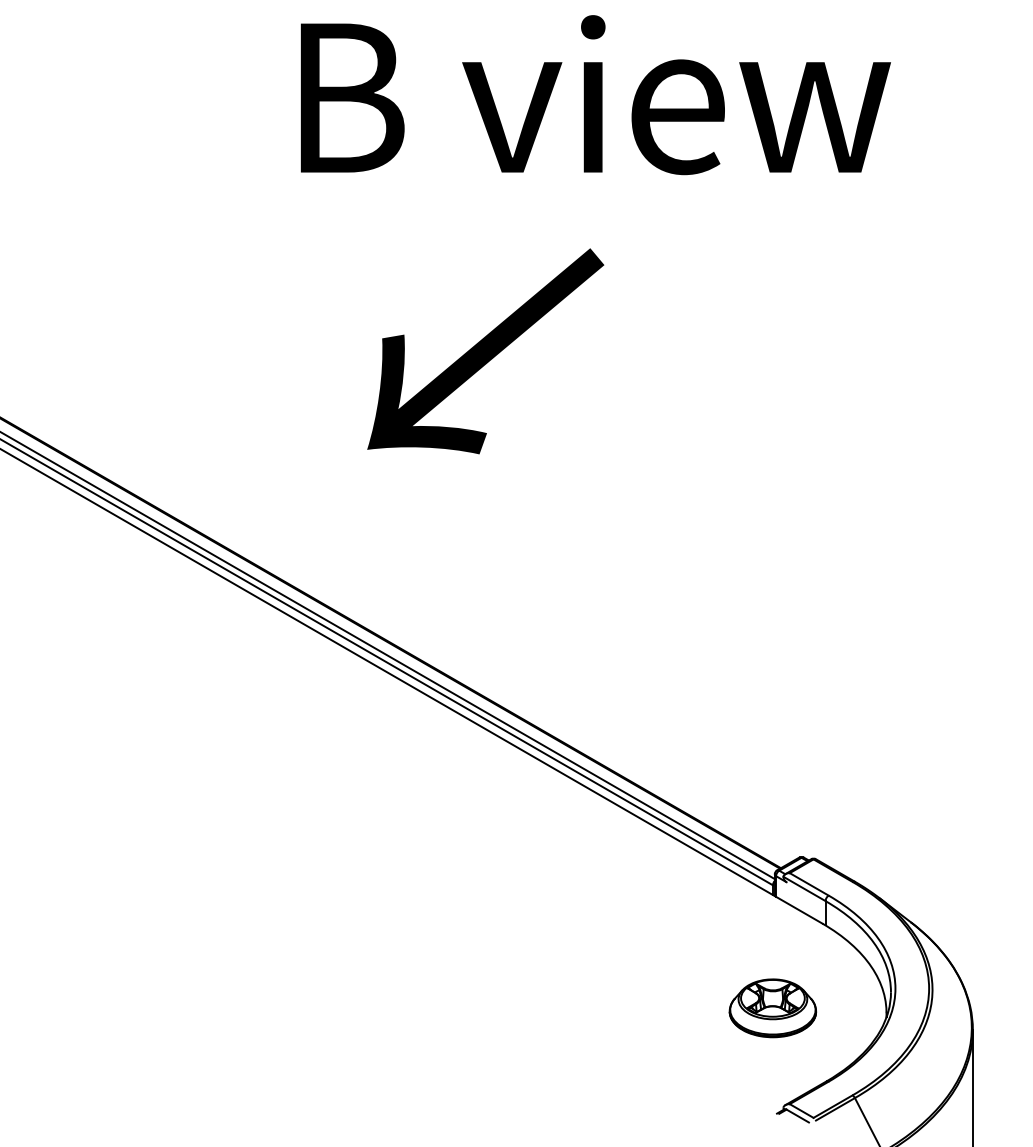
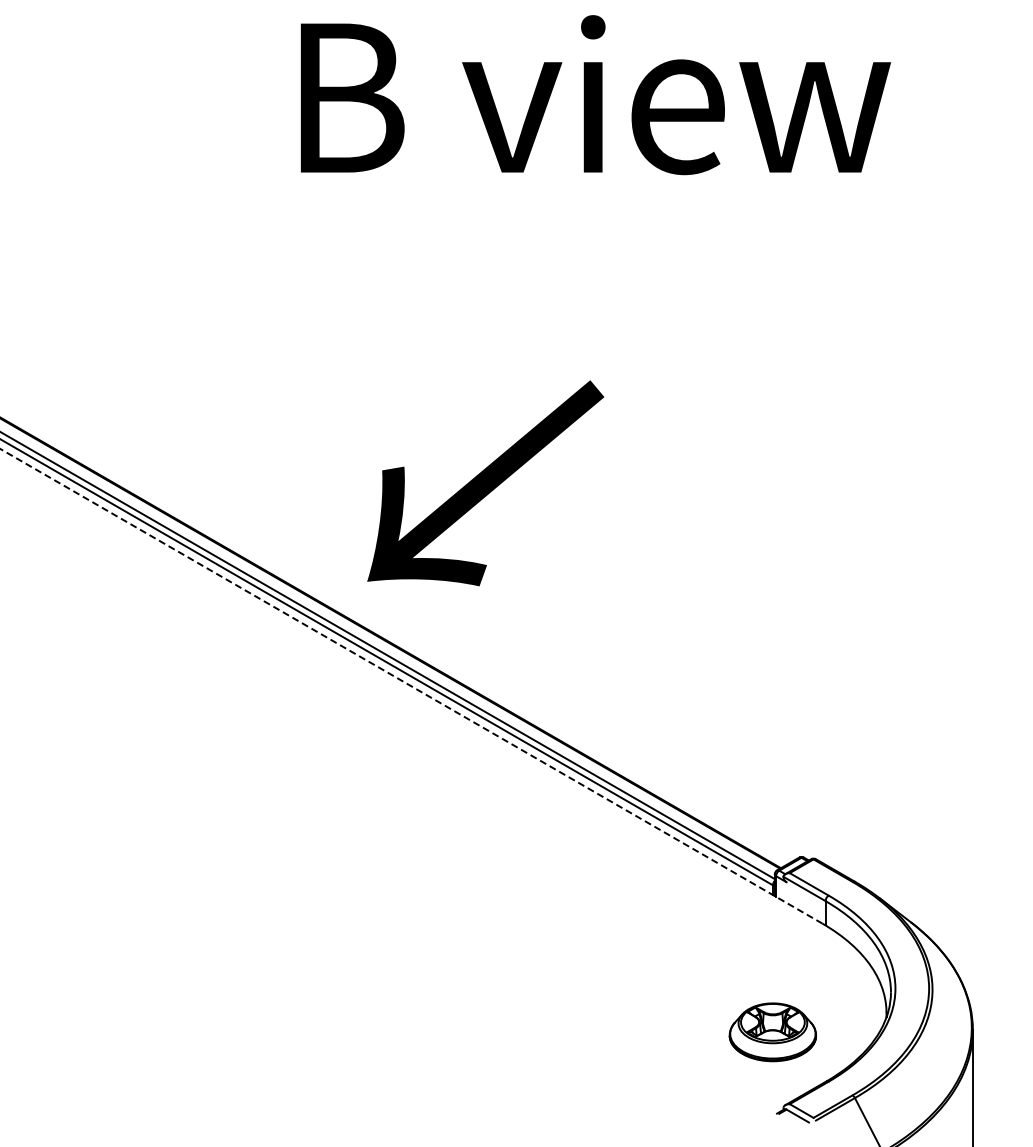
text at (485, 351) position: (485, 351) -> (485, 483)
line at (411, 686): solid -> dashed
part at (772, 1008) position: (772, 1008) -> (772, 1032)
